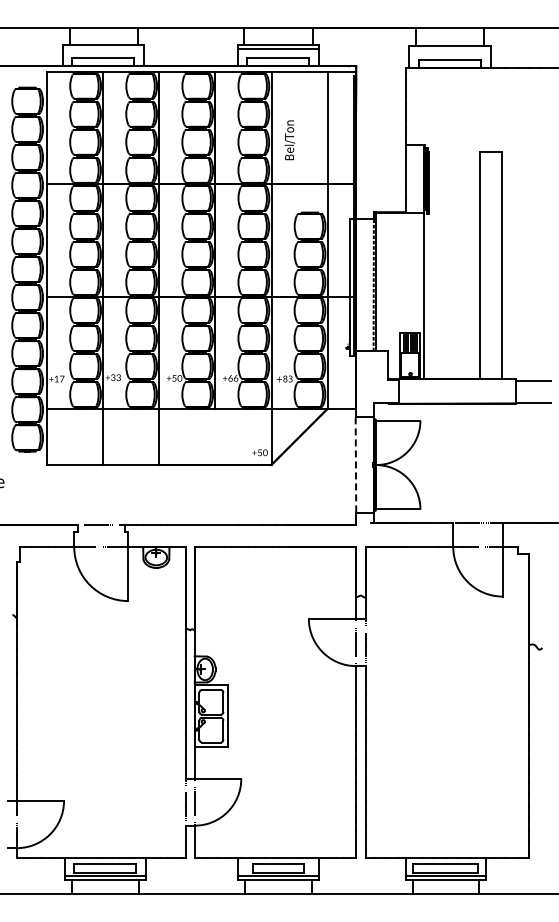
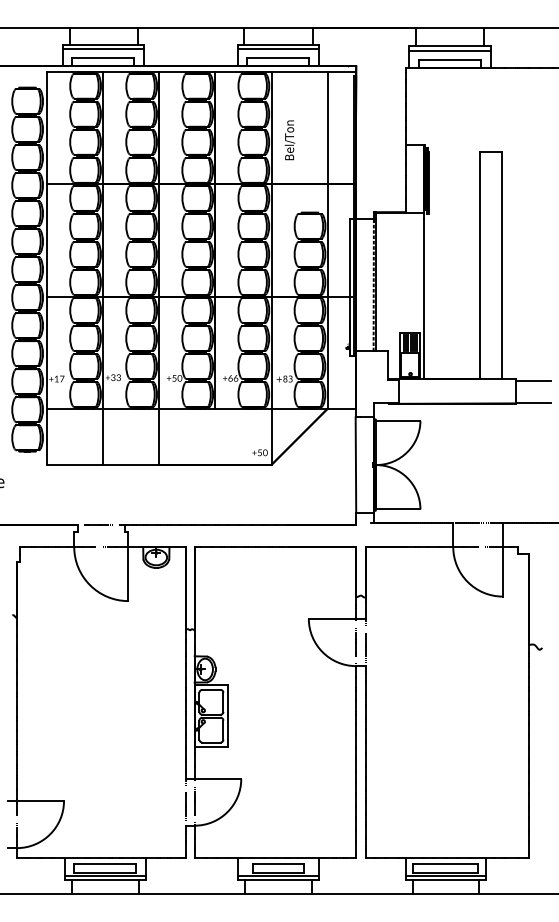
line at (103, 48): none -> present
line at (449, 50): none -> present
line at (355, 465): dashed -> solid
